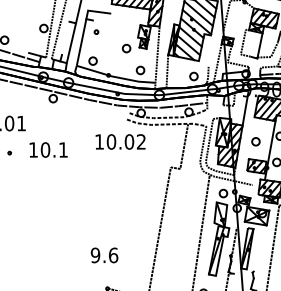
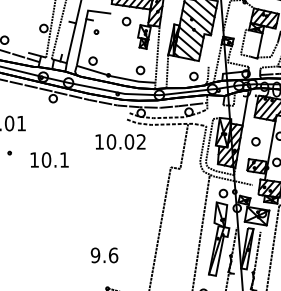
part at (126, 48) position: (126, 48) -> (126, 21)
text at (48, 149) position: (48, 149) -> (49, 159)
line at (256, 259): none -> present
